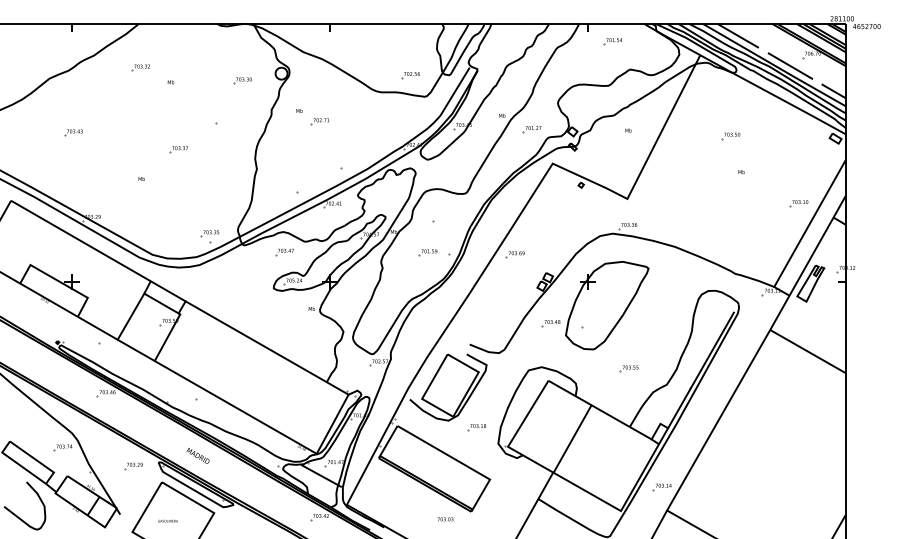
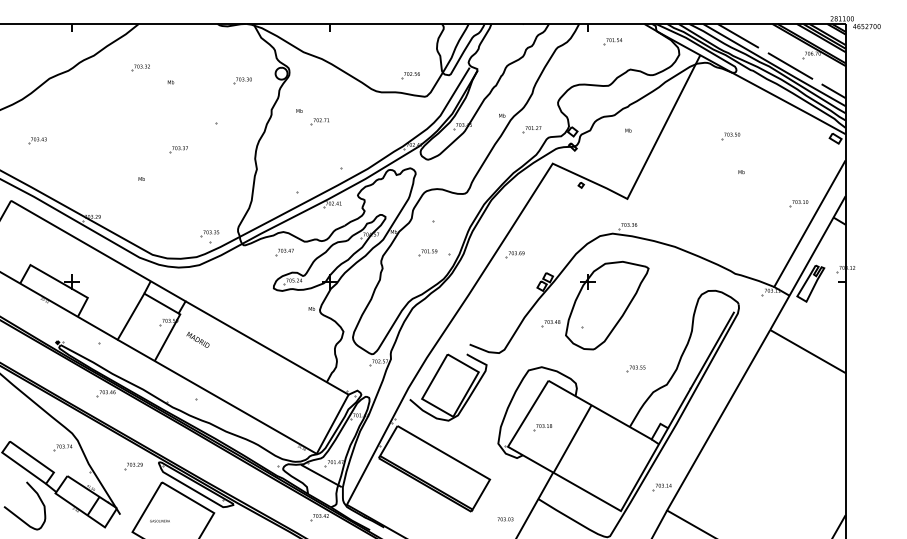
part at (73, 132) position: (73, 132) -> (37, 140)
part at (628, 368) position: (628, 368) -> (635, 368)
part at (476, 427) position: (476, 427) -> (542, 427)
text at (197, 455) position: (197, 455) -> (197, 339)
text at (445, 519) position: (445, 519) -> (505, 519)
text at (167, 520) position: (167, 520) -> (159, 520)
